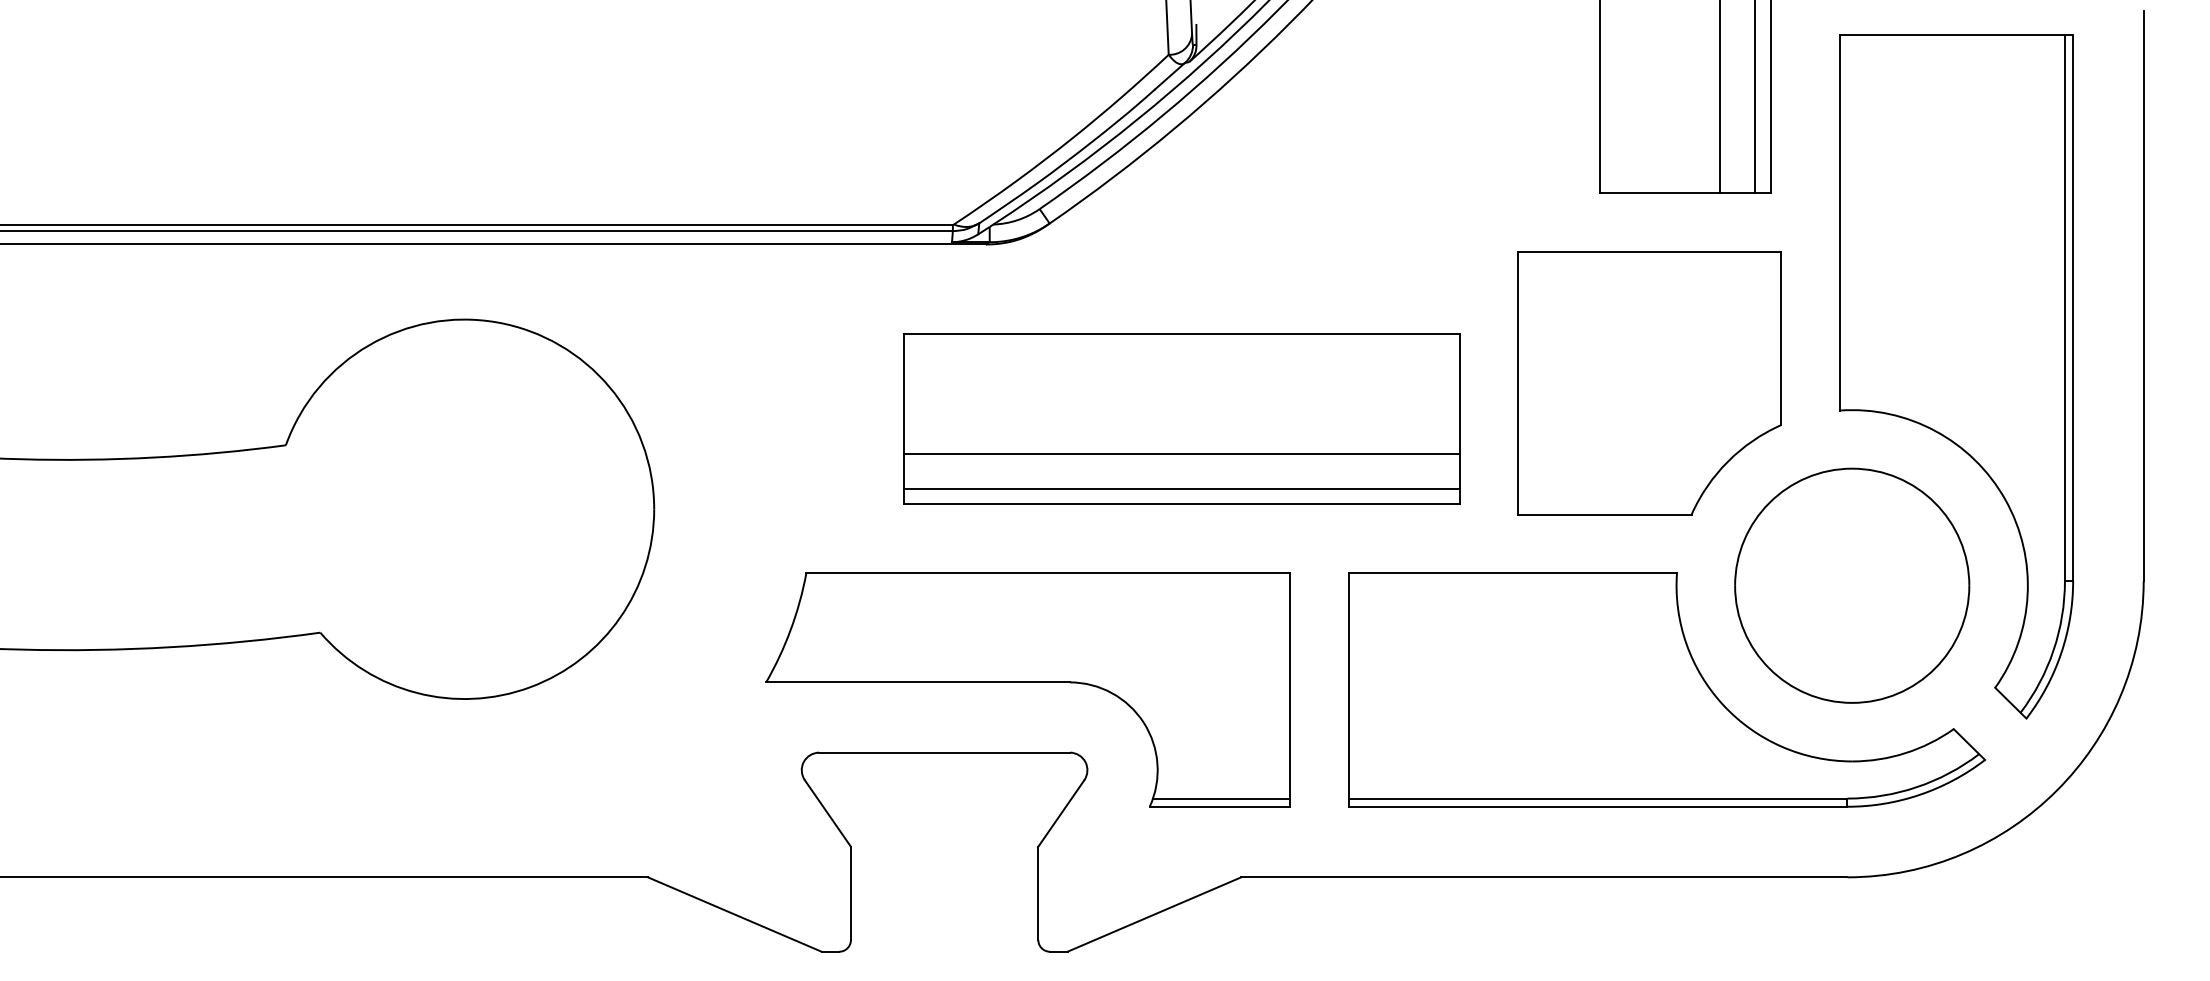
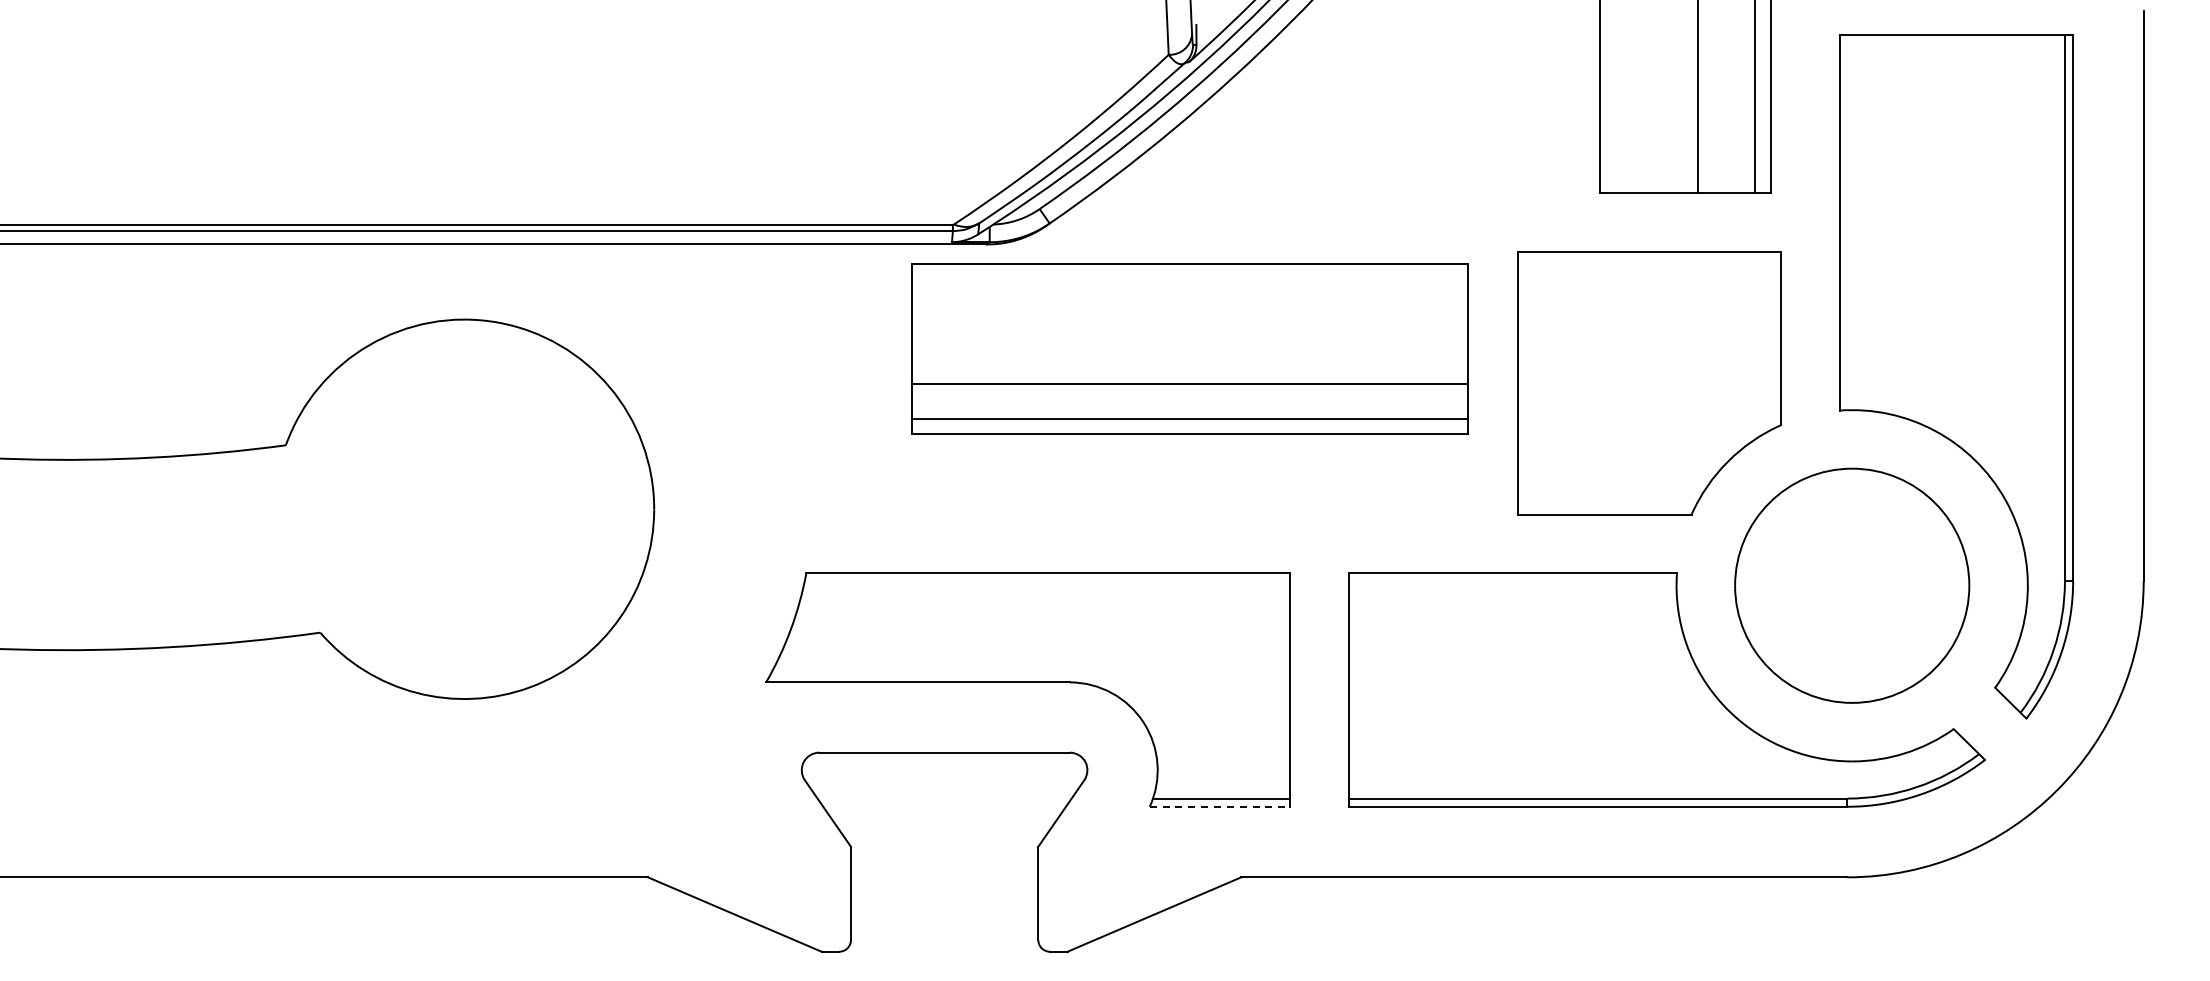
line at (1720, 97) position: (1720, 97) -> (1698, 97)
part at (1181, 418) position: (1181, 418) -> (1189, 348)
line at (1220, 806): solid -> dashed
